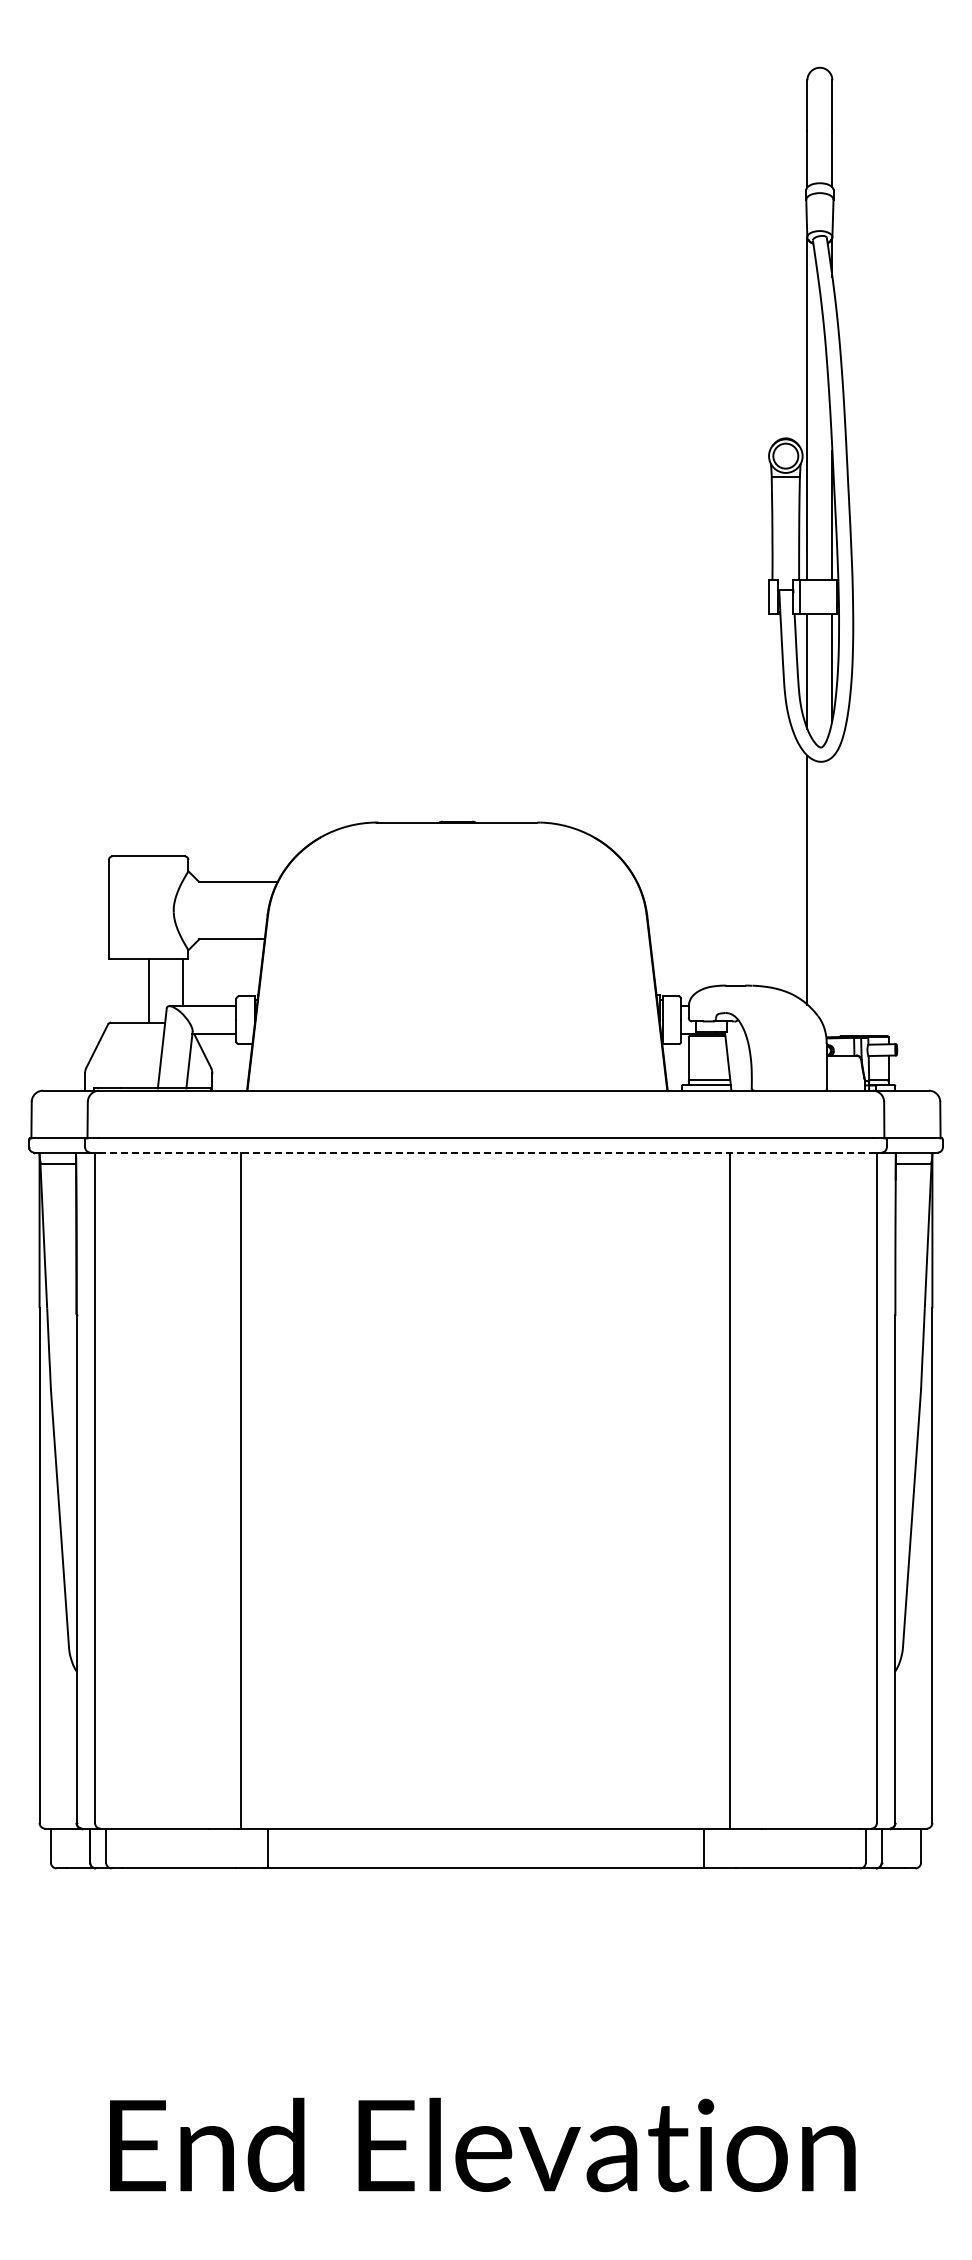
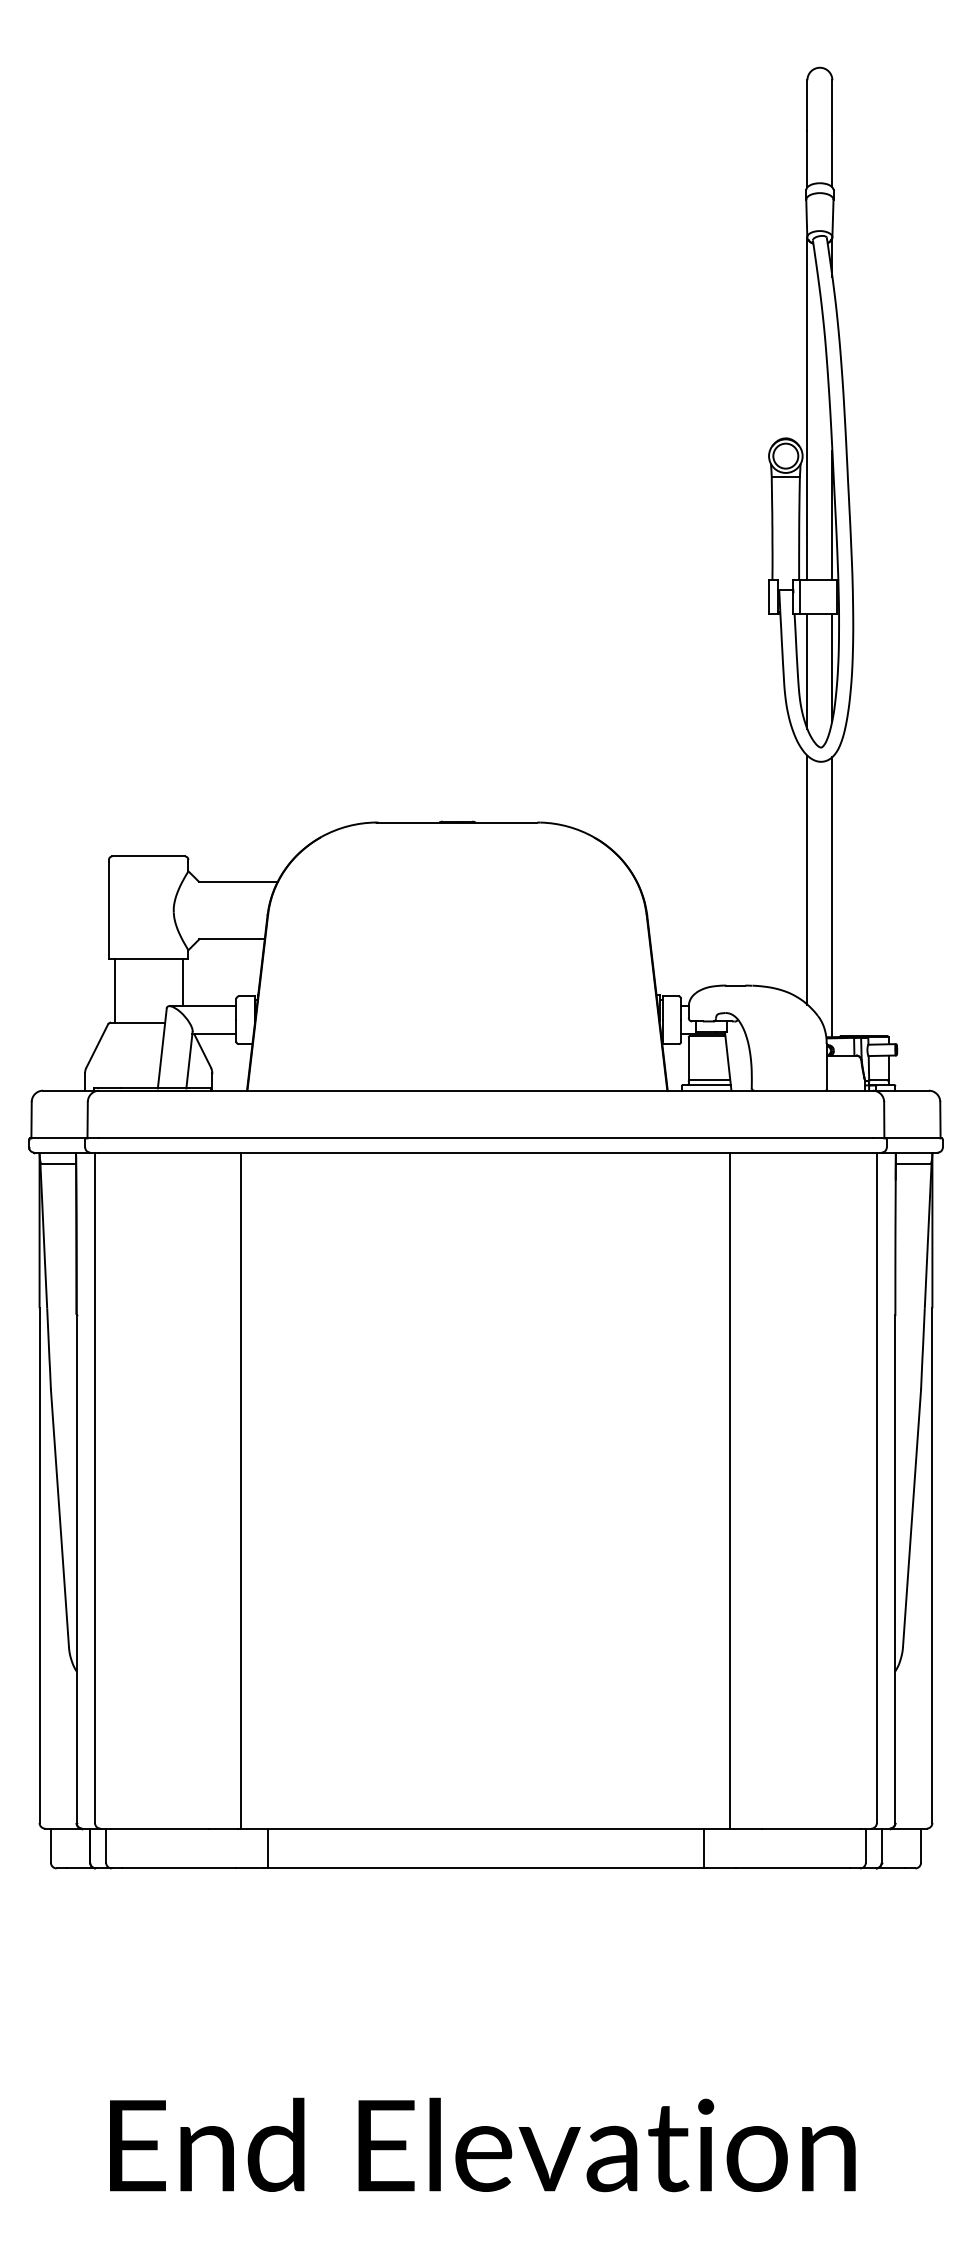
line at (832, 897): none -> present
line at (148, 990) position: (148, 990) -> (114, 990)
line at (486, 1152): dashed -> solid
